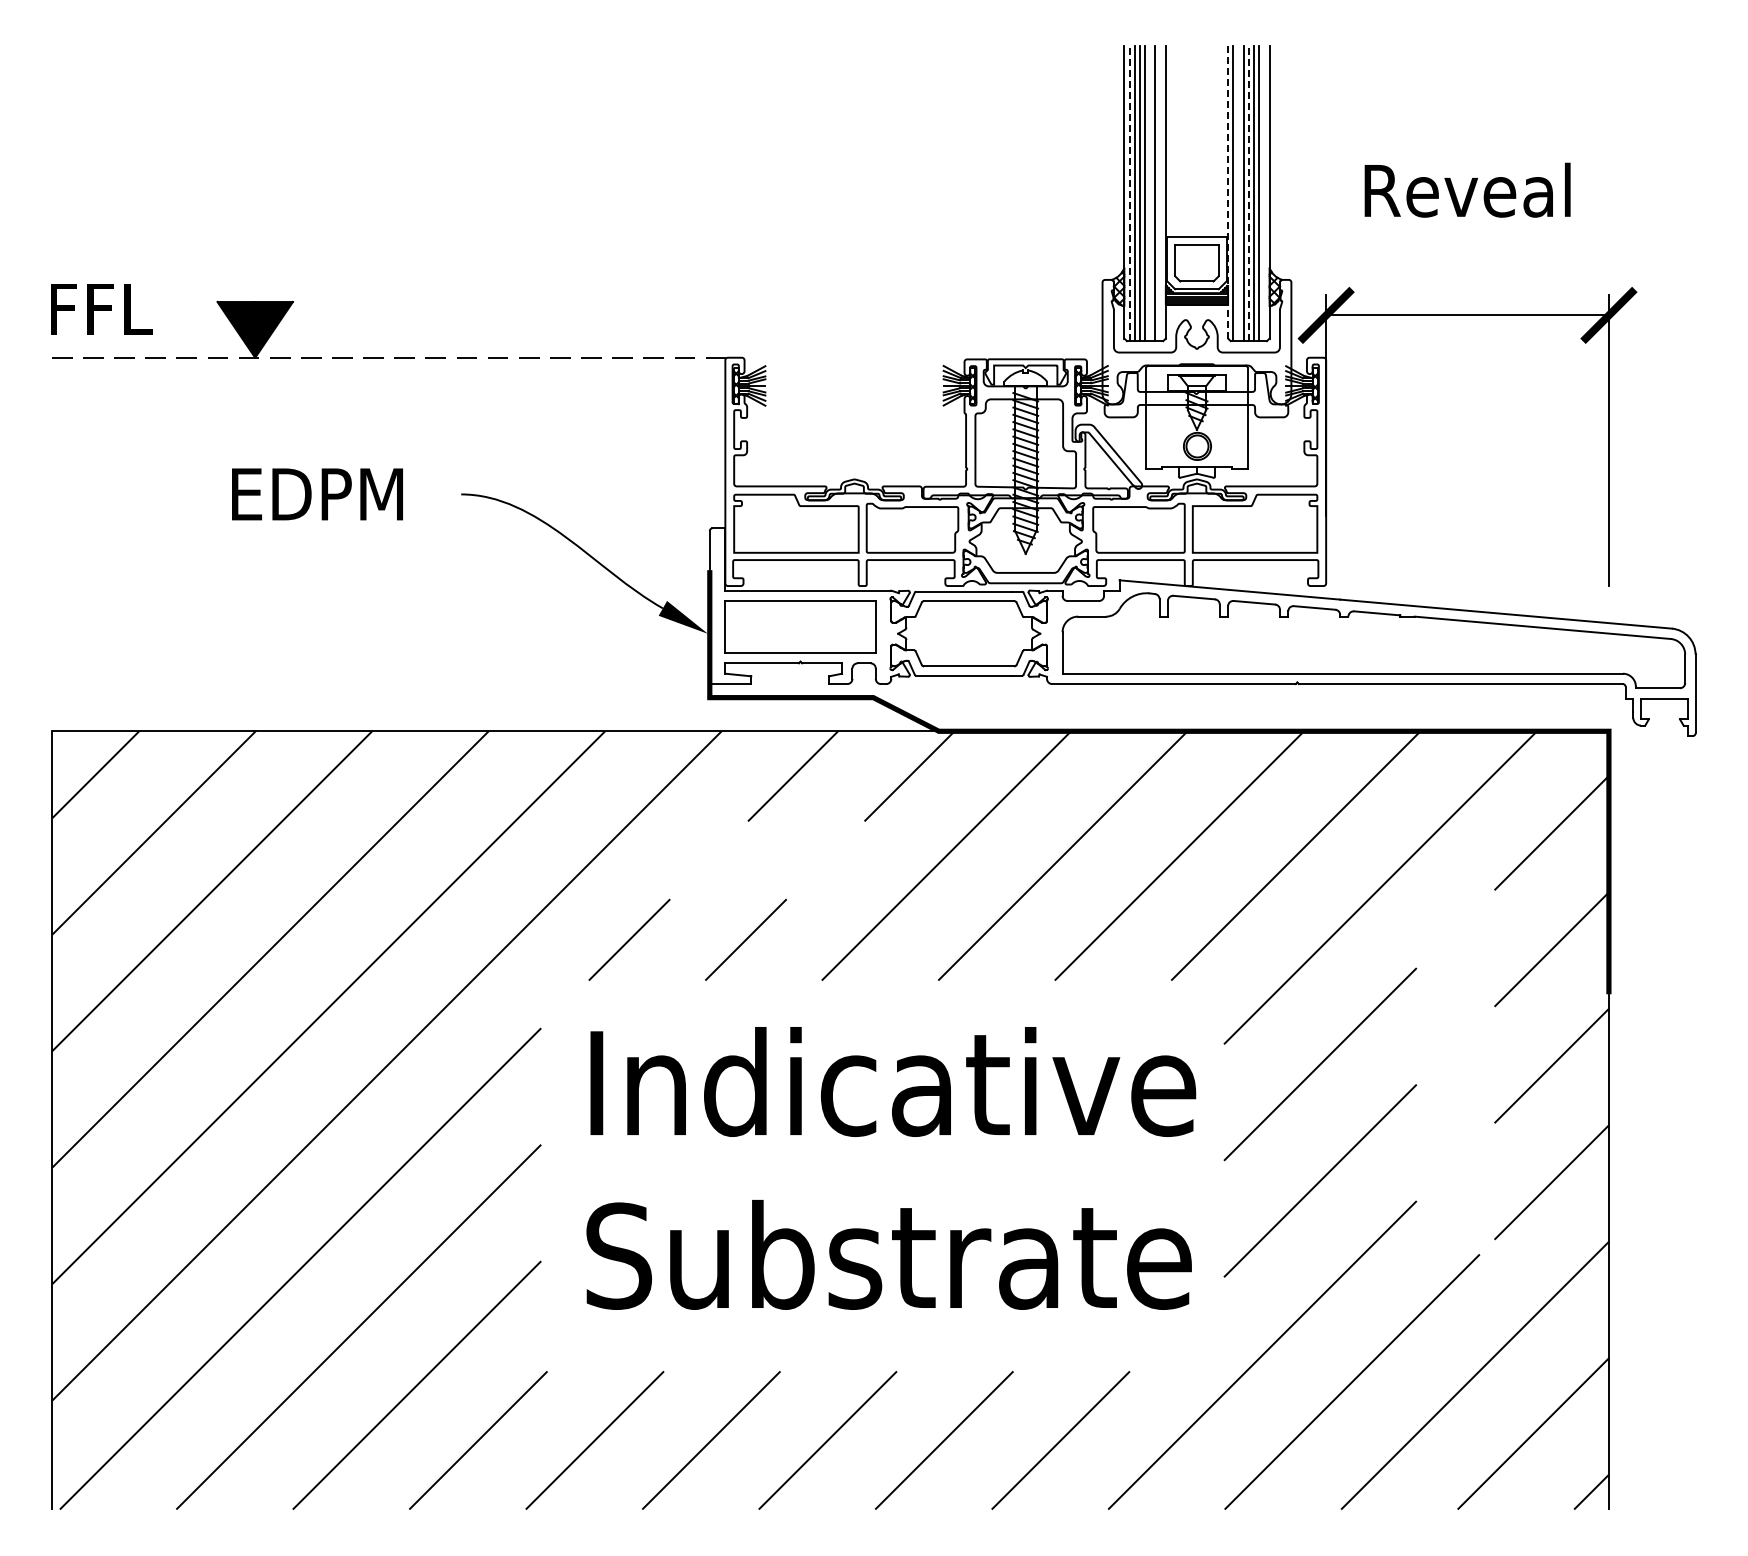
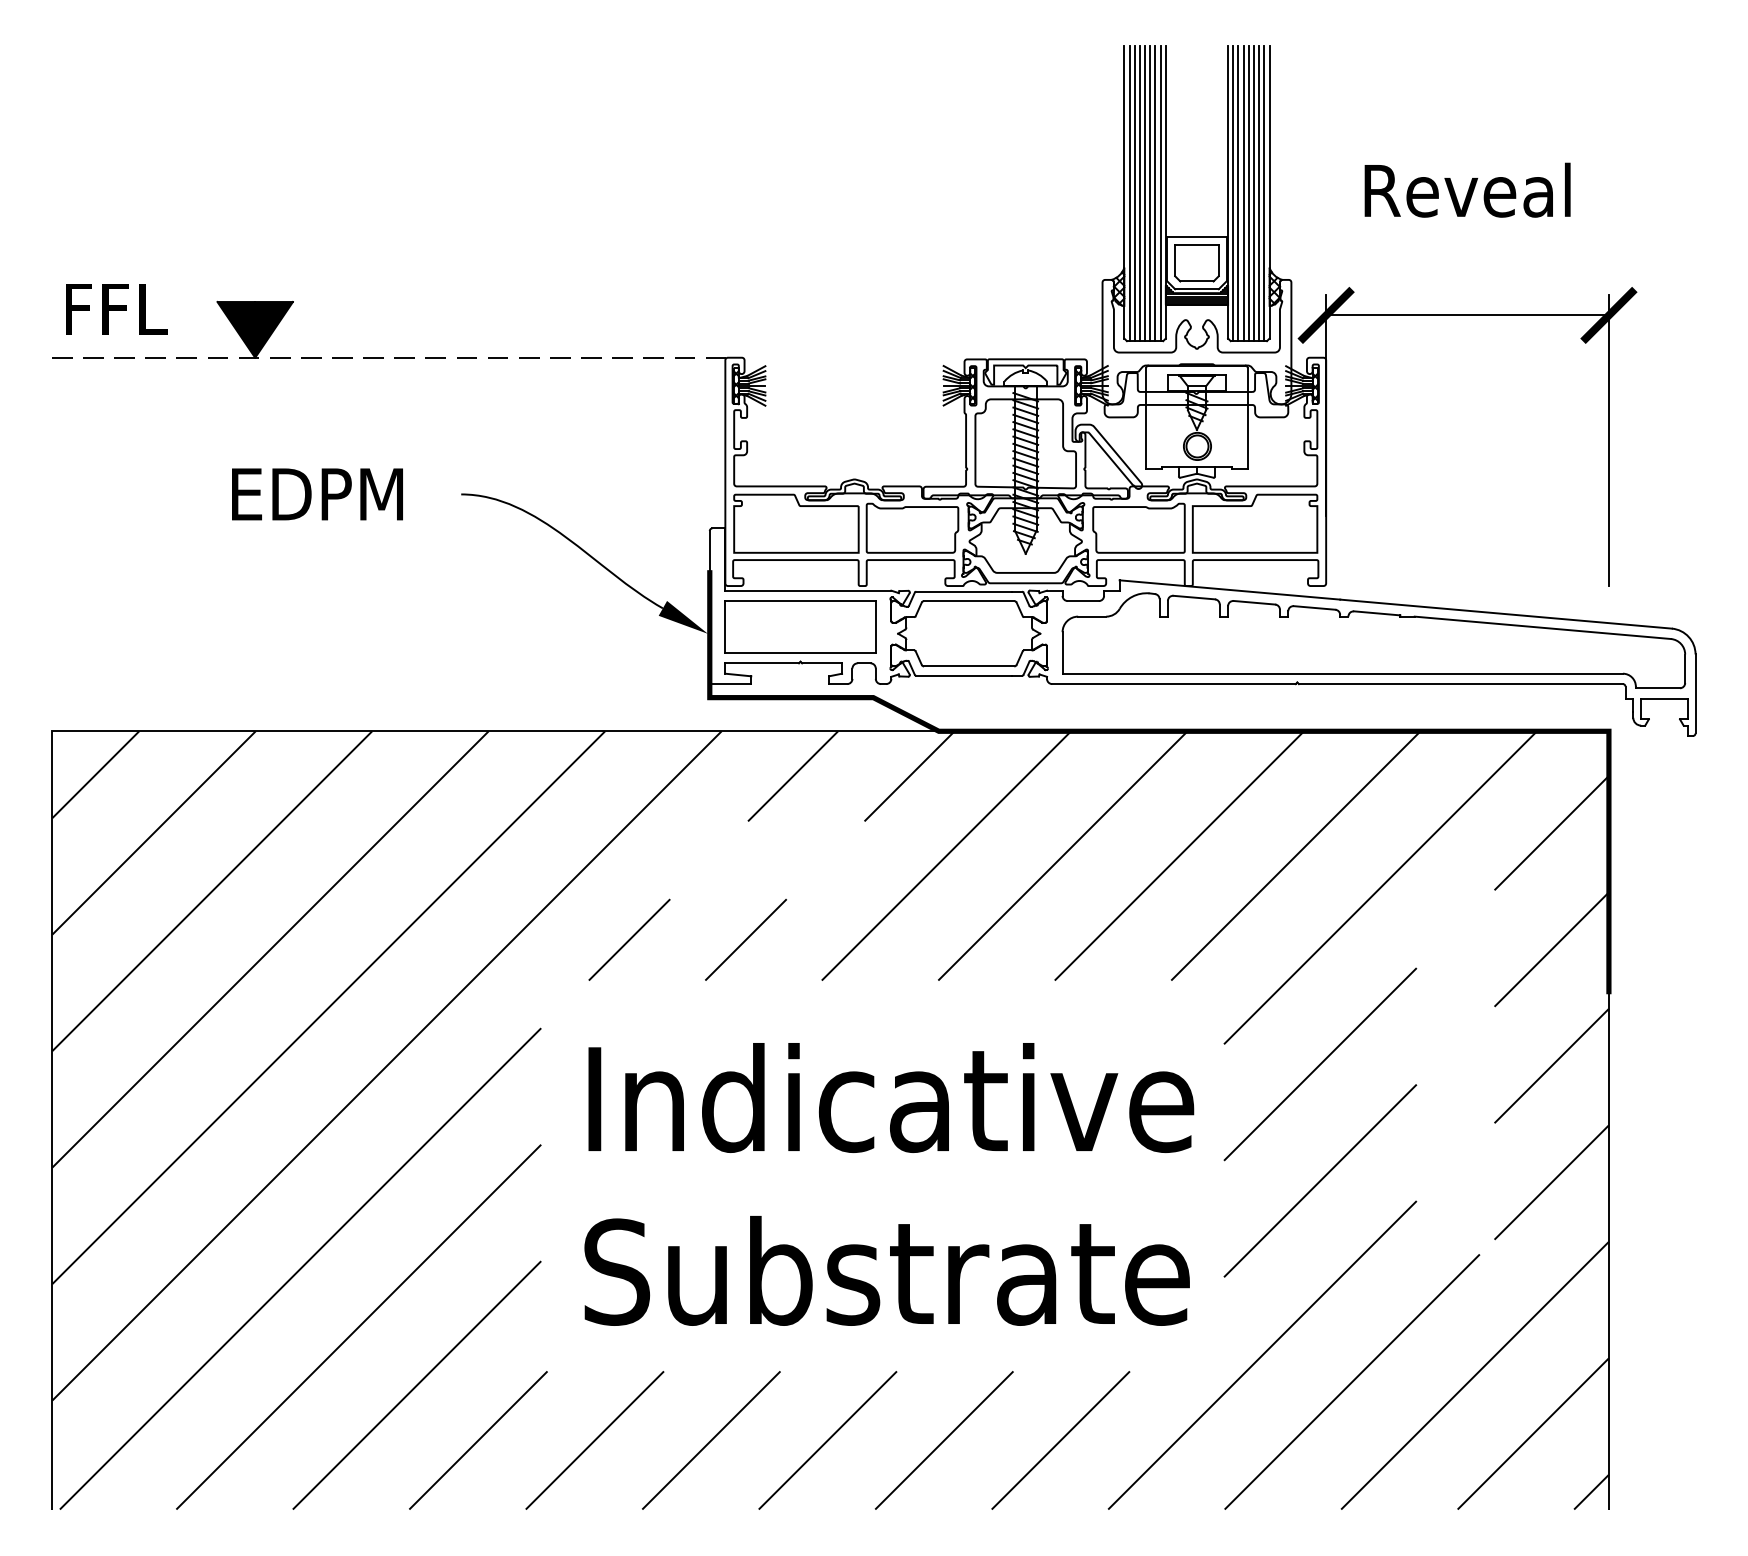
line at (1228, 192): dashed -> solid
line at (1129, 193): dashed -> solid
line at (1150, 193): none -> present
line at (1160, 193): none -> present
line at (1238, 193): none -> present
line at (1248, 193): dashed -> solid
line at (1264, 193): none -> present
text at (101, 309) position: (101, 309) -> (116, 309)
text at (891, 1168) position: (891, 1168) -> (889, 1184)
